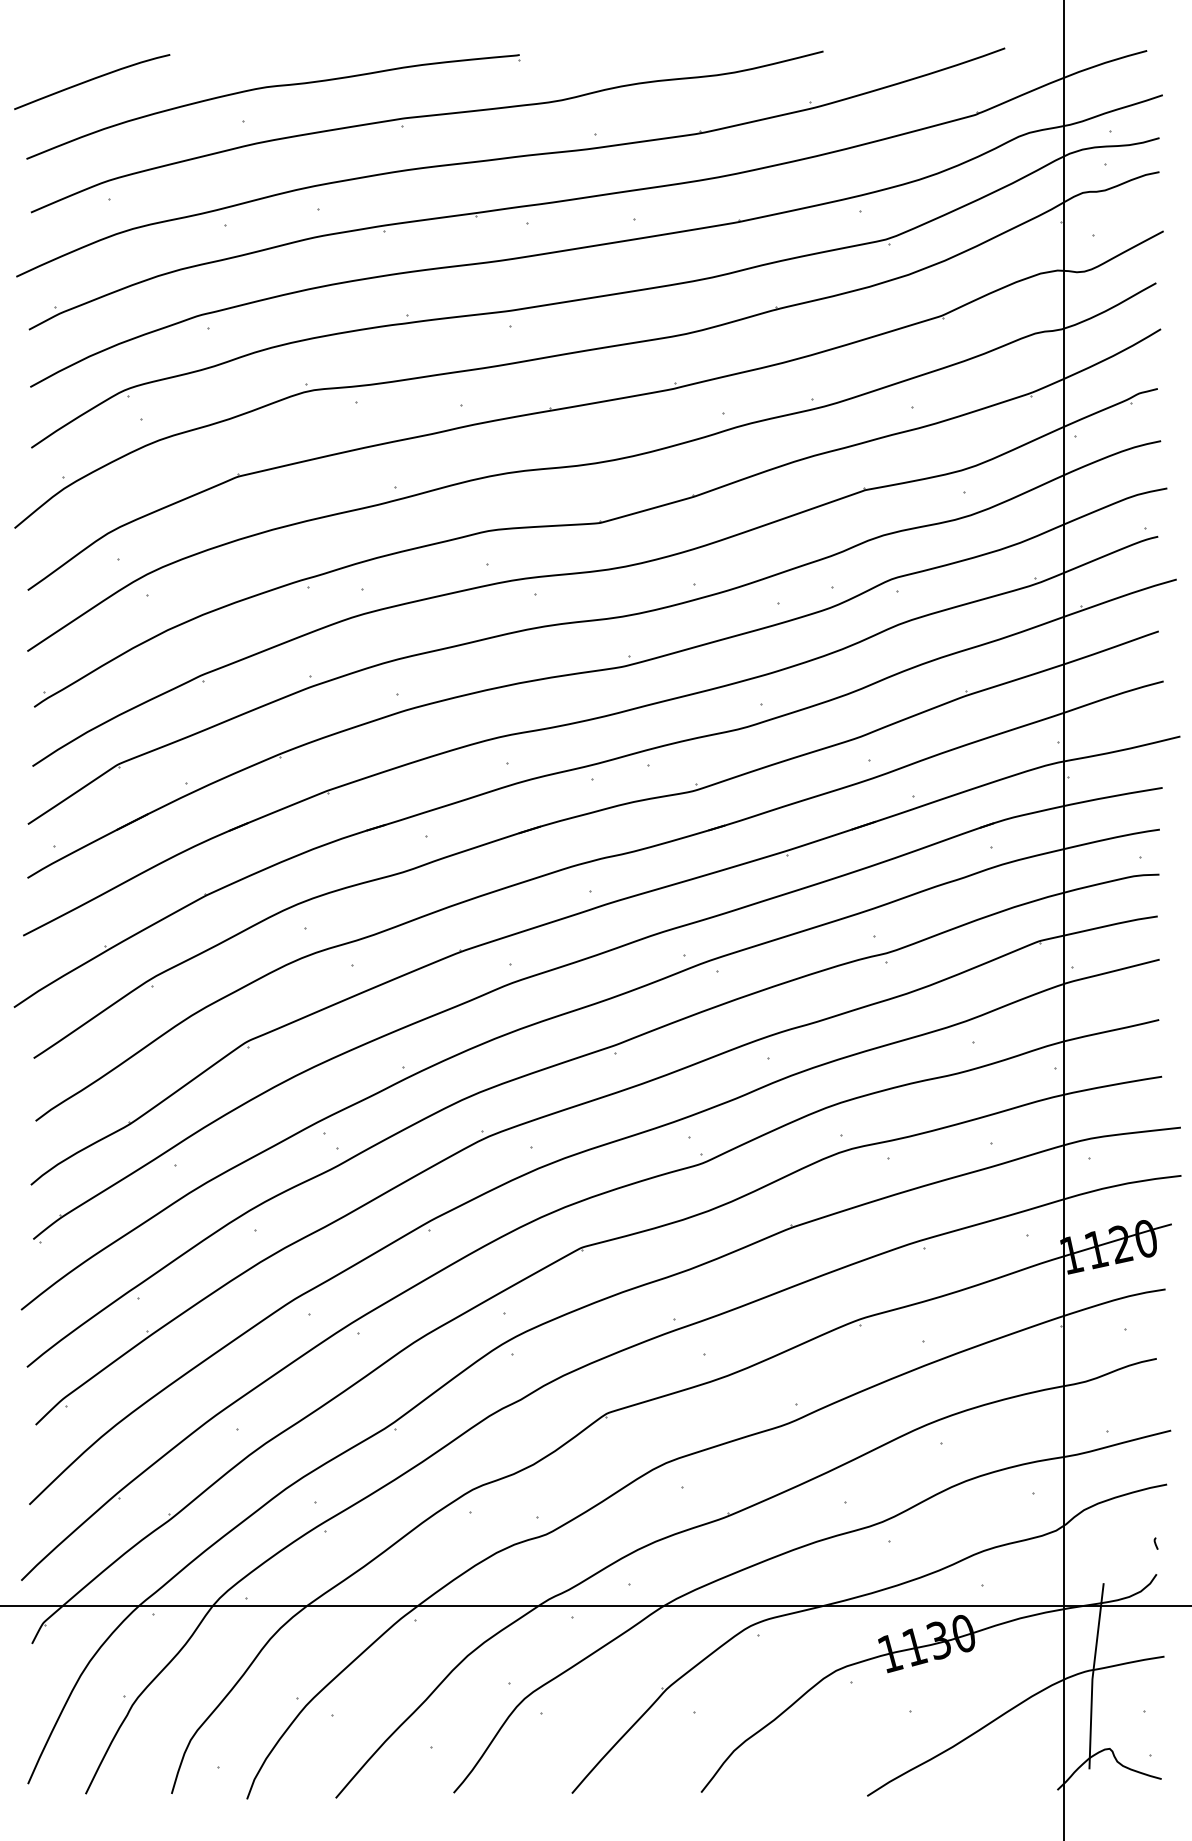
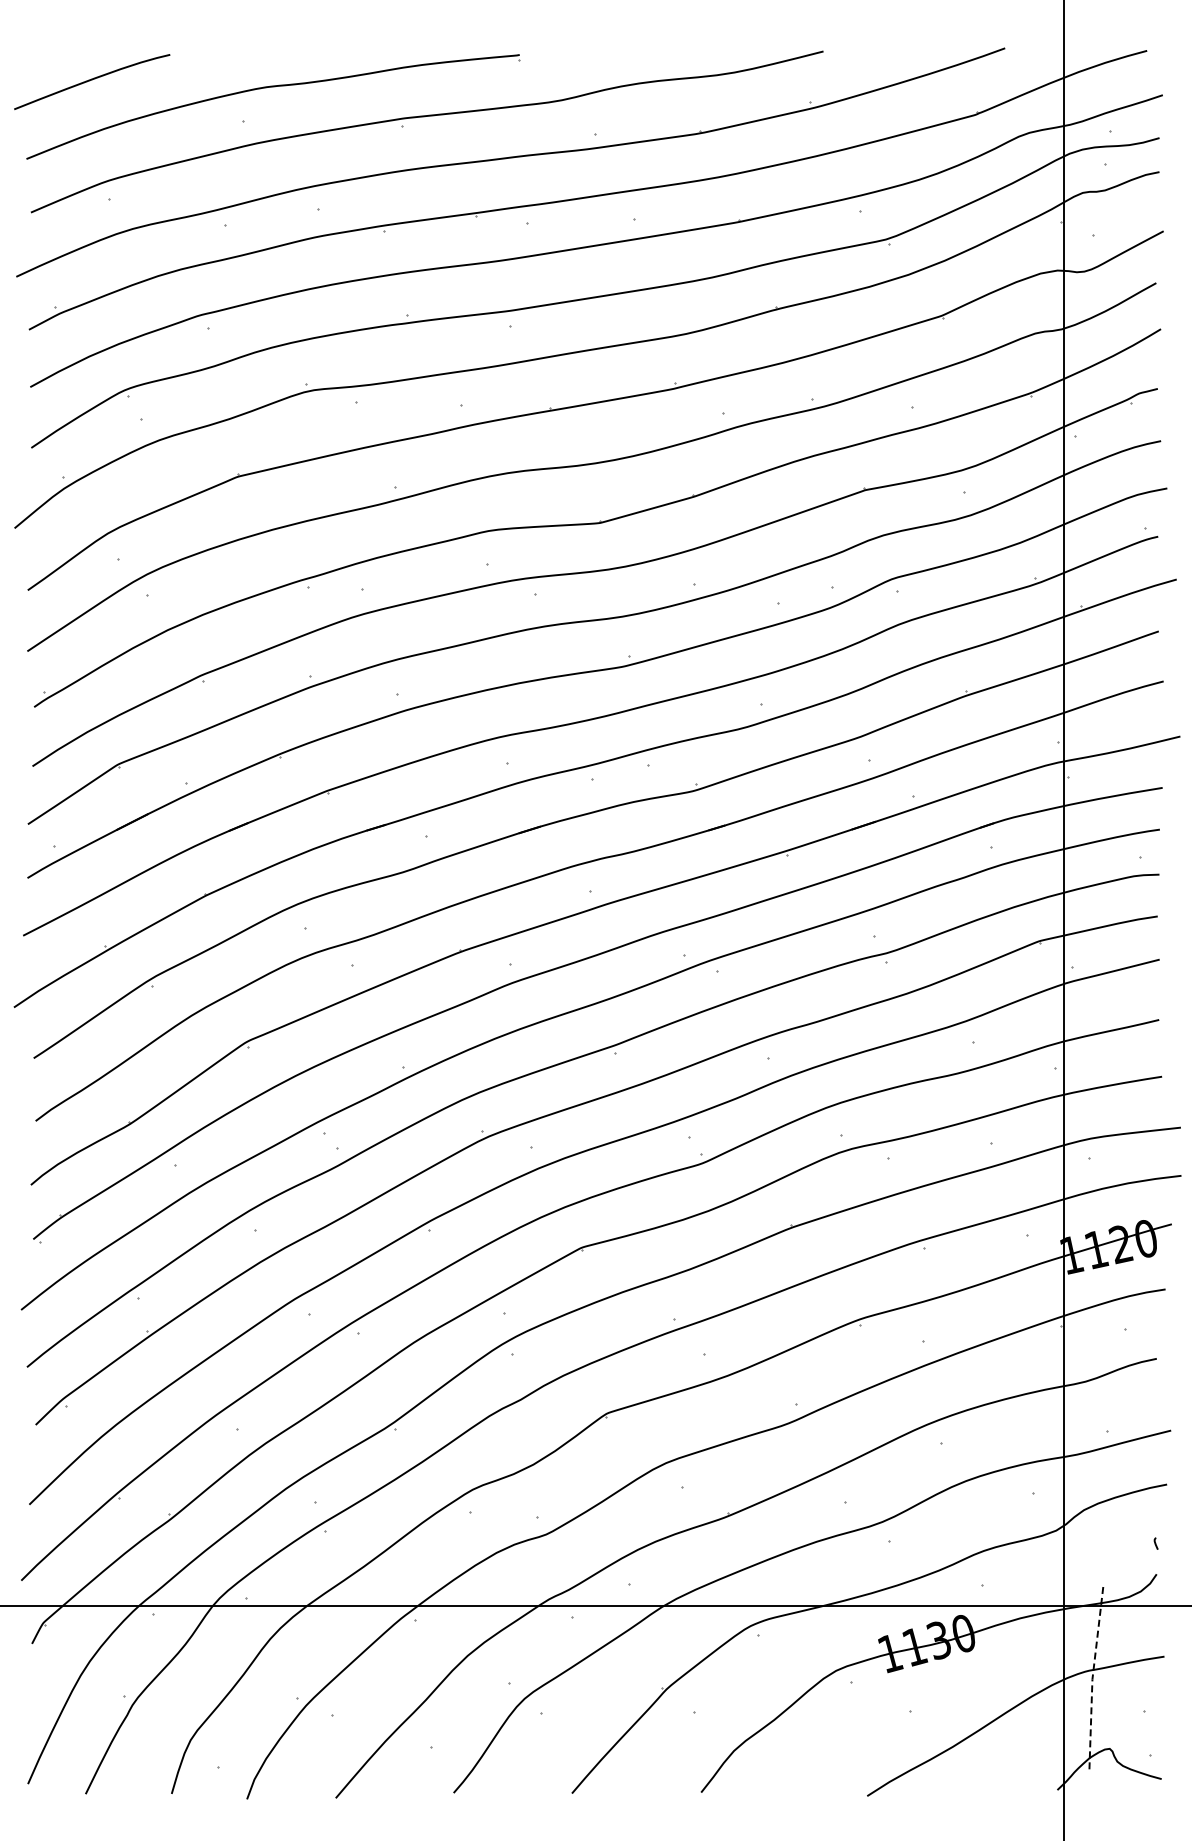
line at (1092, 1676): solid -> dashed
